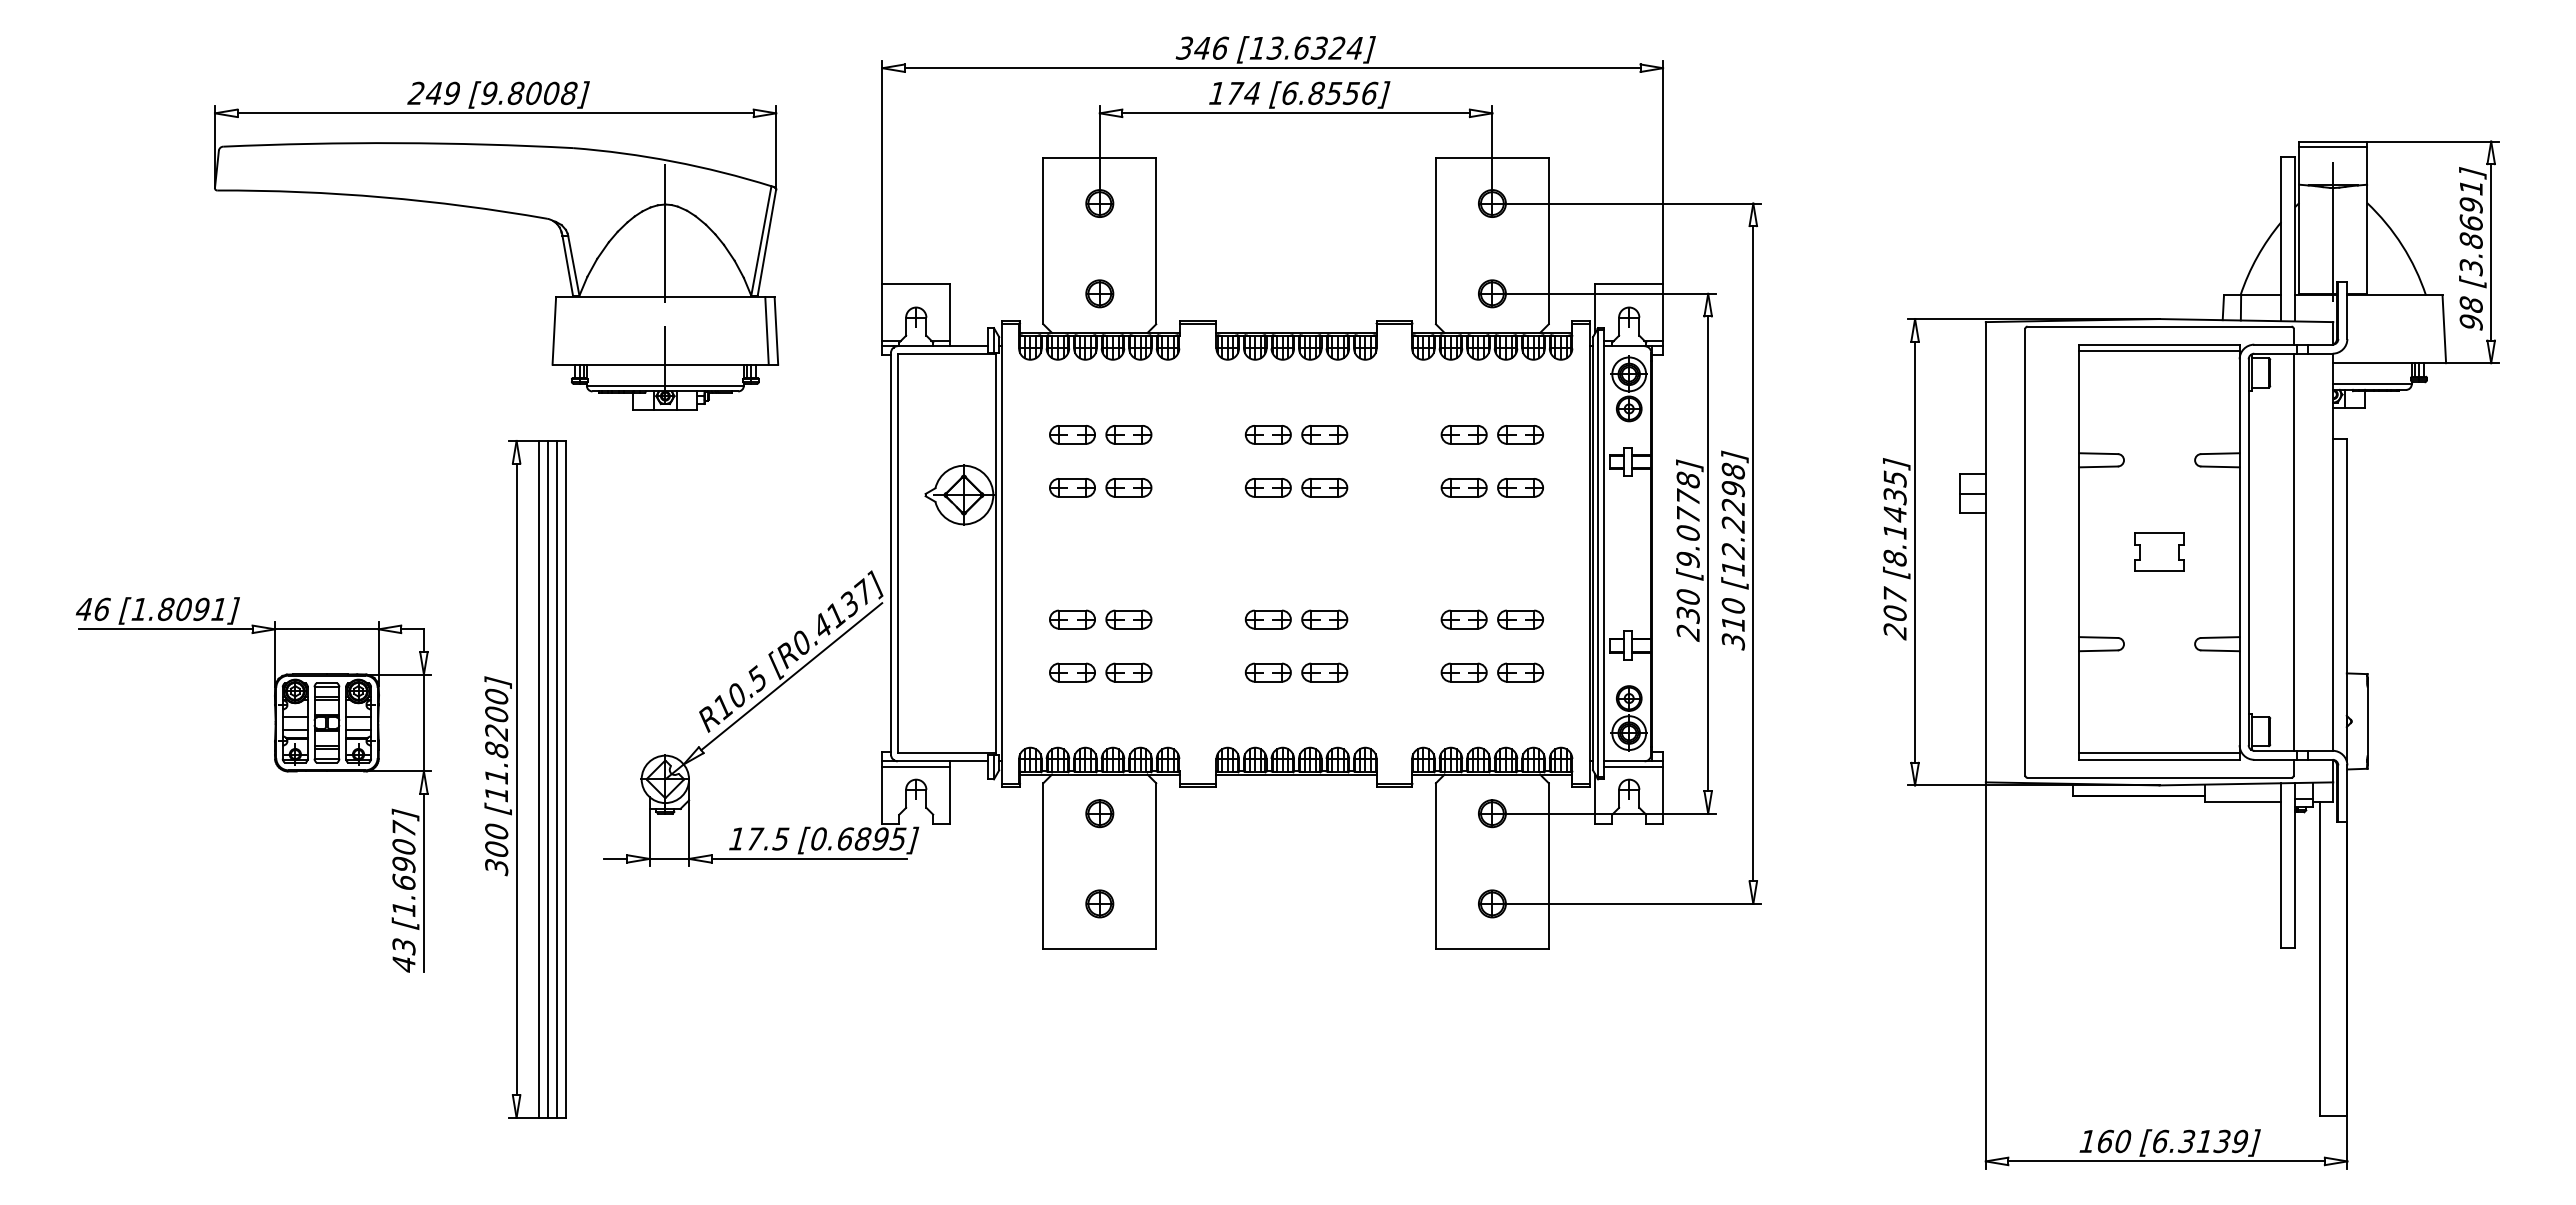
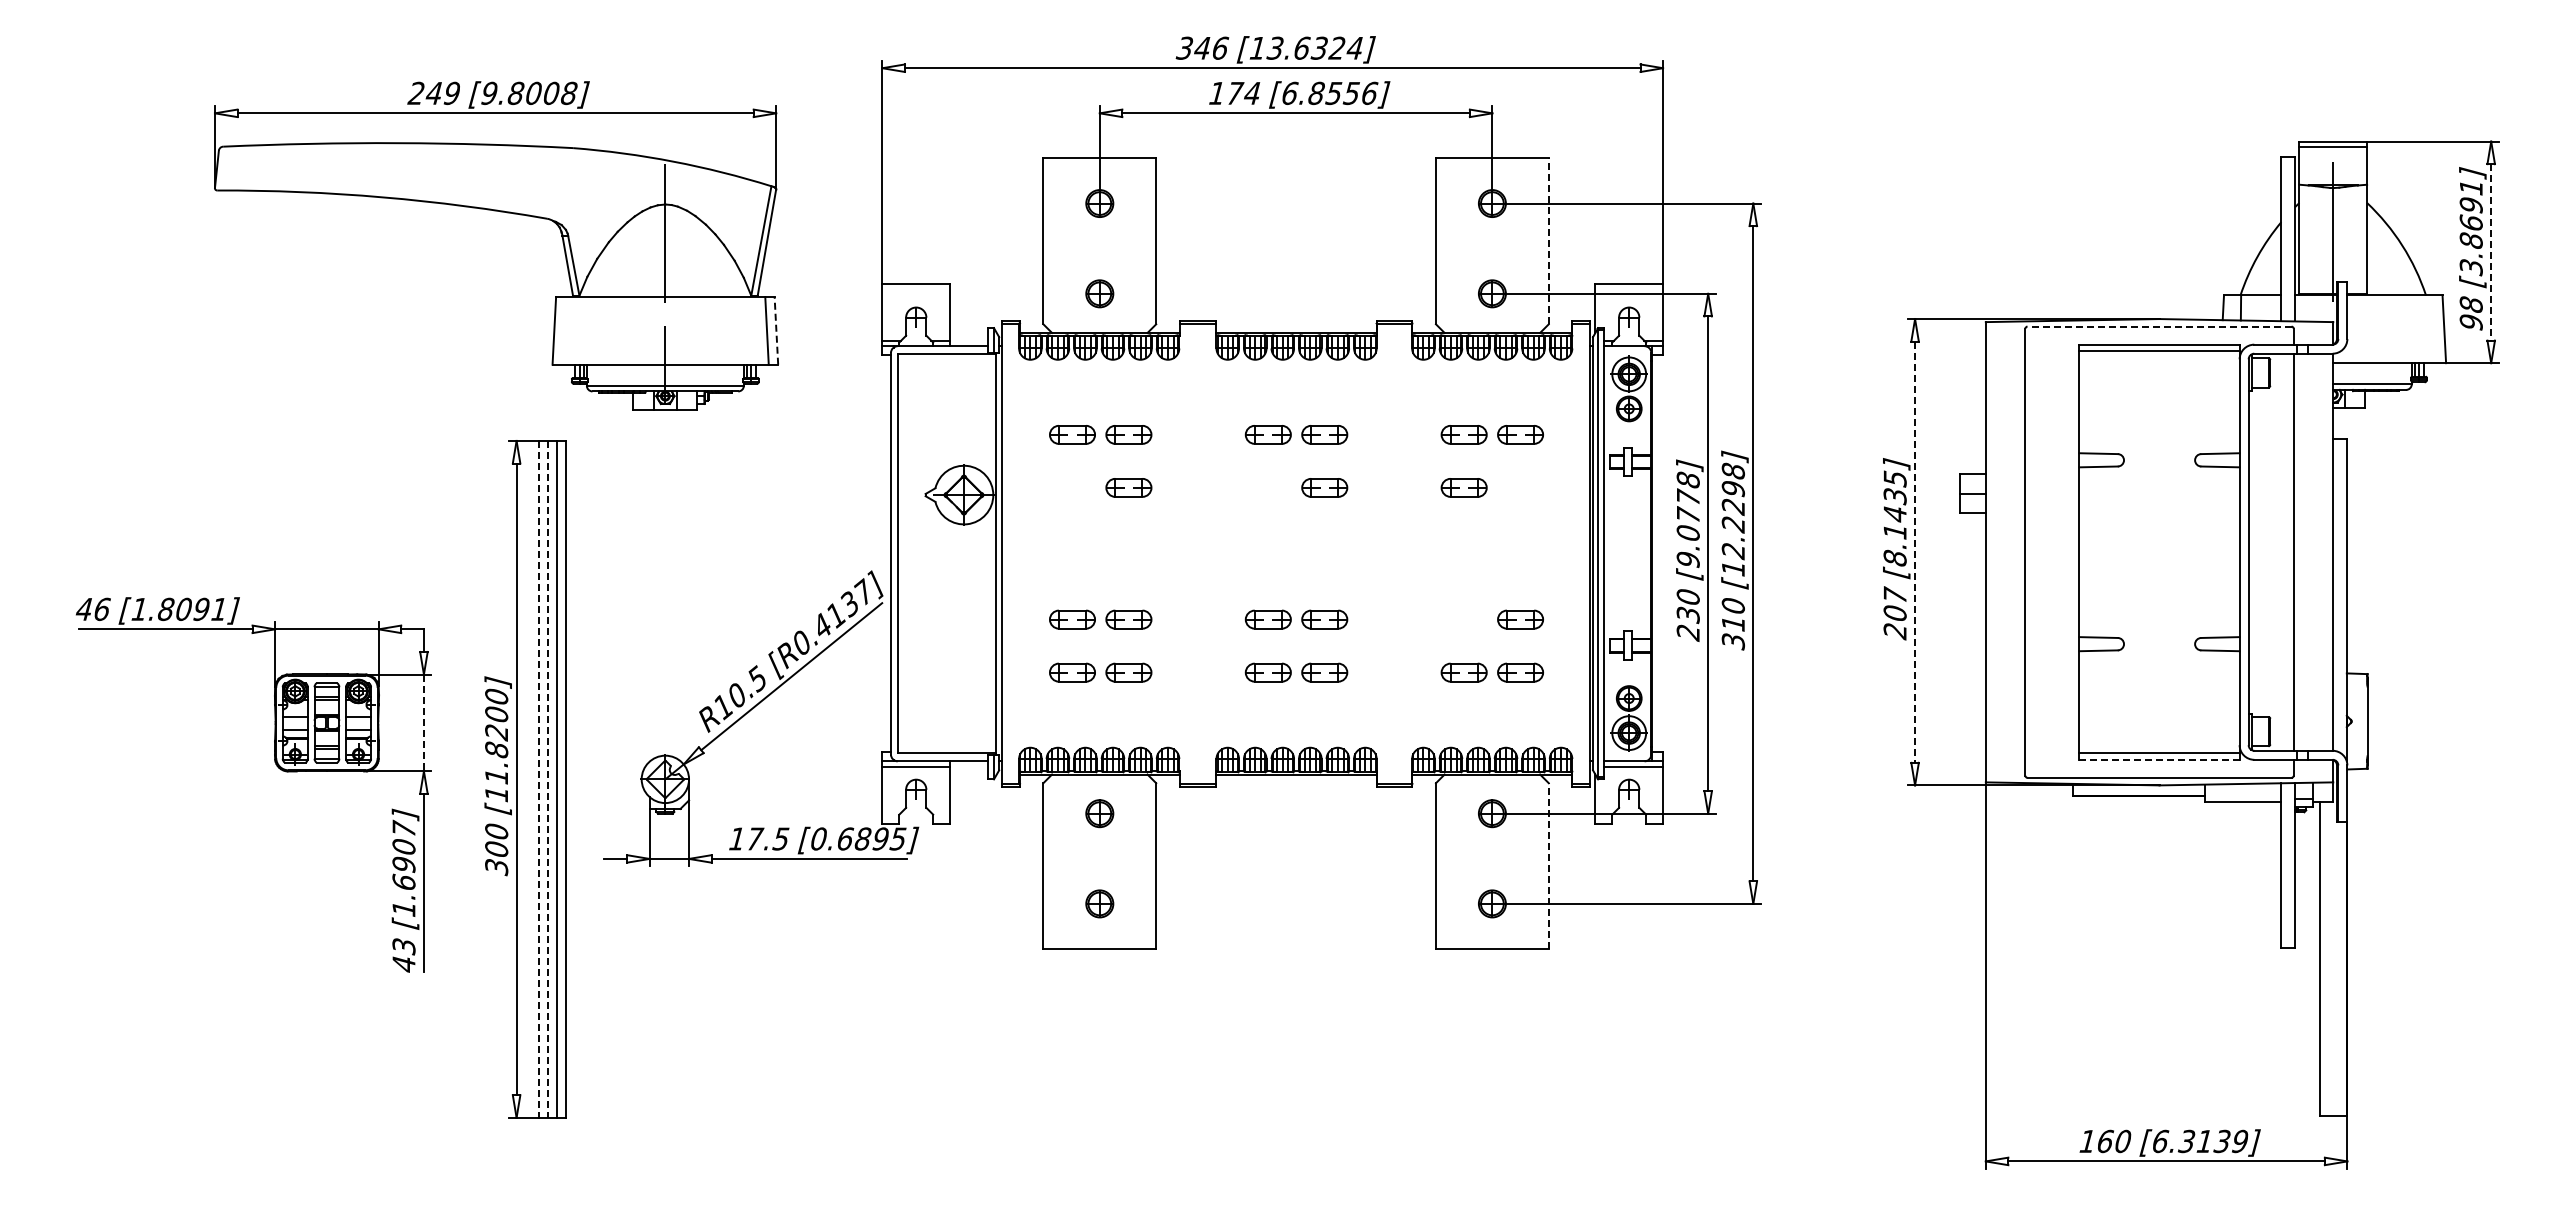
line at (1548, 241): solid -> dashed
line at (2491, 252): solid -> dashed
line at (2159, 326): solid -> dashed
line at (776, 330): solid -> dashed
part at (1072, 487): present -> none
part at (1267, 487): present -> none
part at (1520, 487): present -> none
part at (2159, 551): present -> none
line at (1915, 552): solid -> dashed
part at (1463, 619): present -> none
line at (423, 723): solid -> dashed
line at (2160, 759): solid -> dashed
line at (539, 779): solid -> dashed
line at (548, 779): solid -> dashed
line at (1548, 866): solid -> dashed
